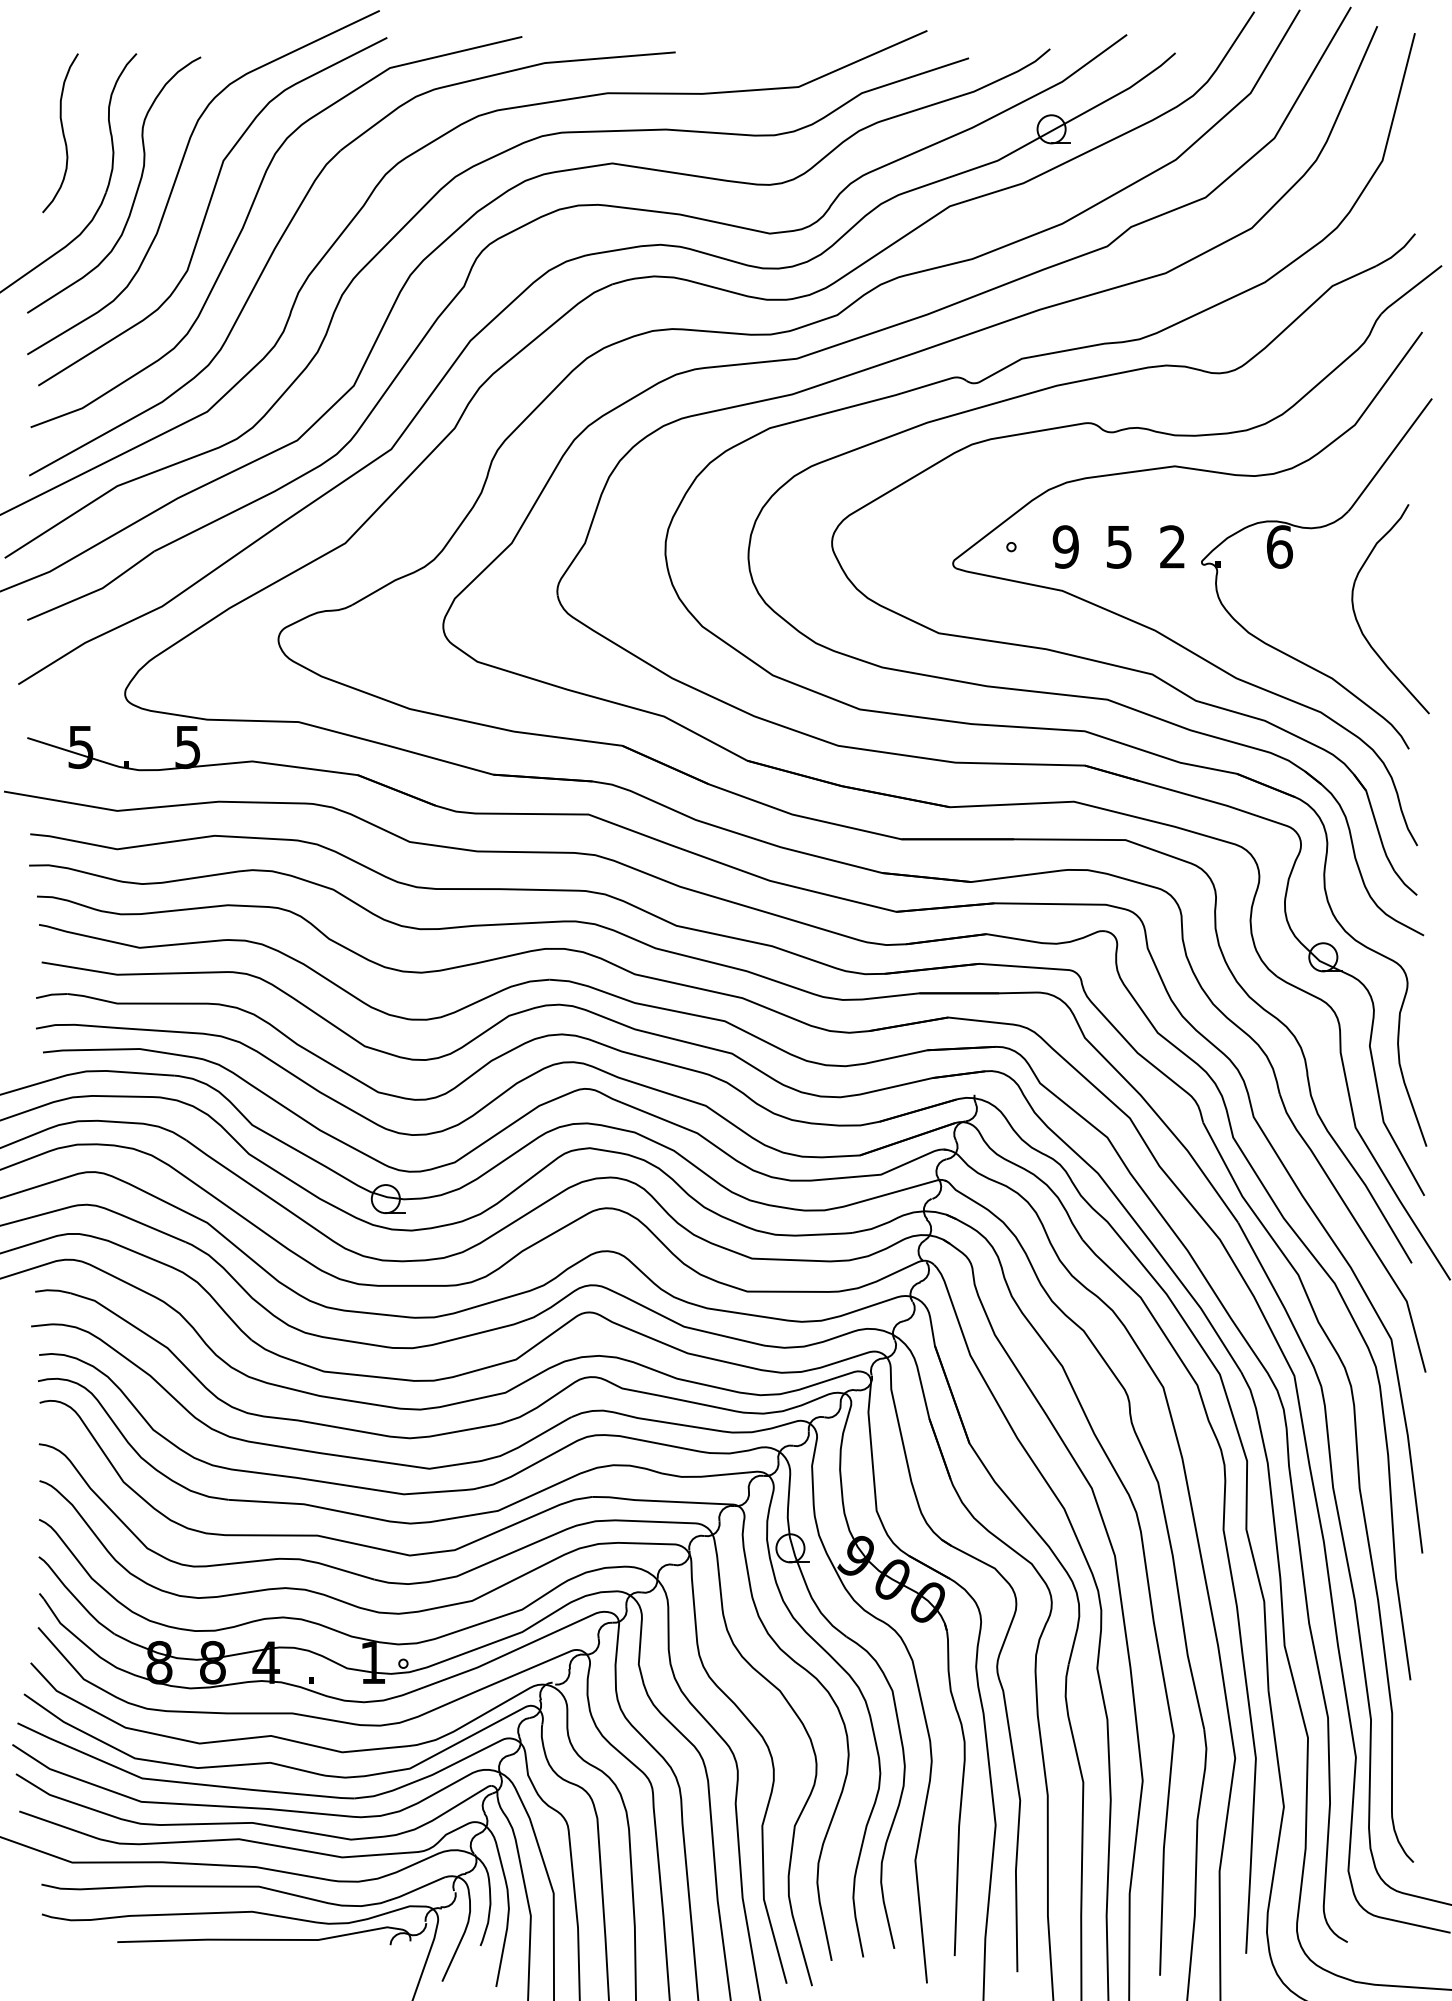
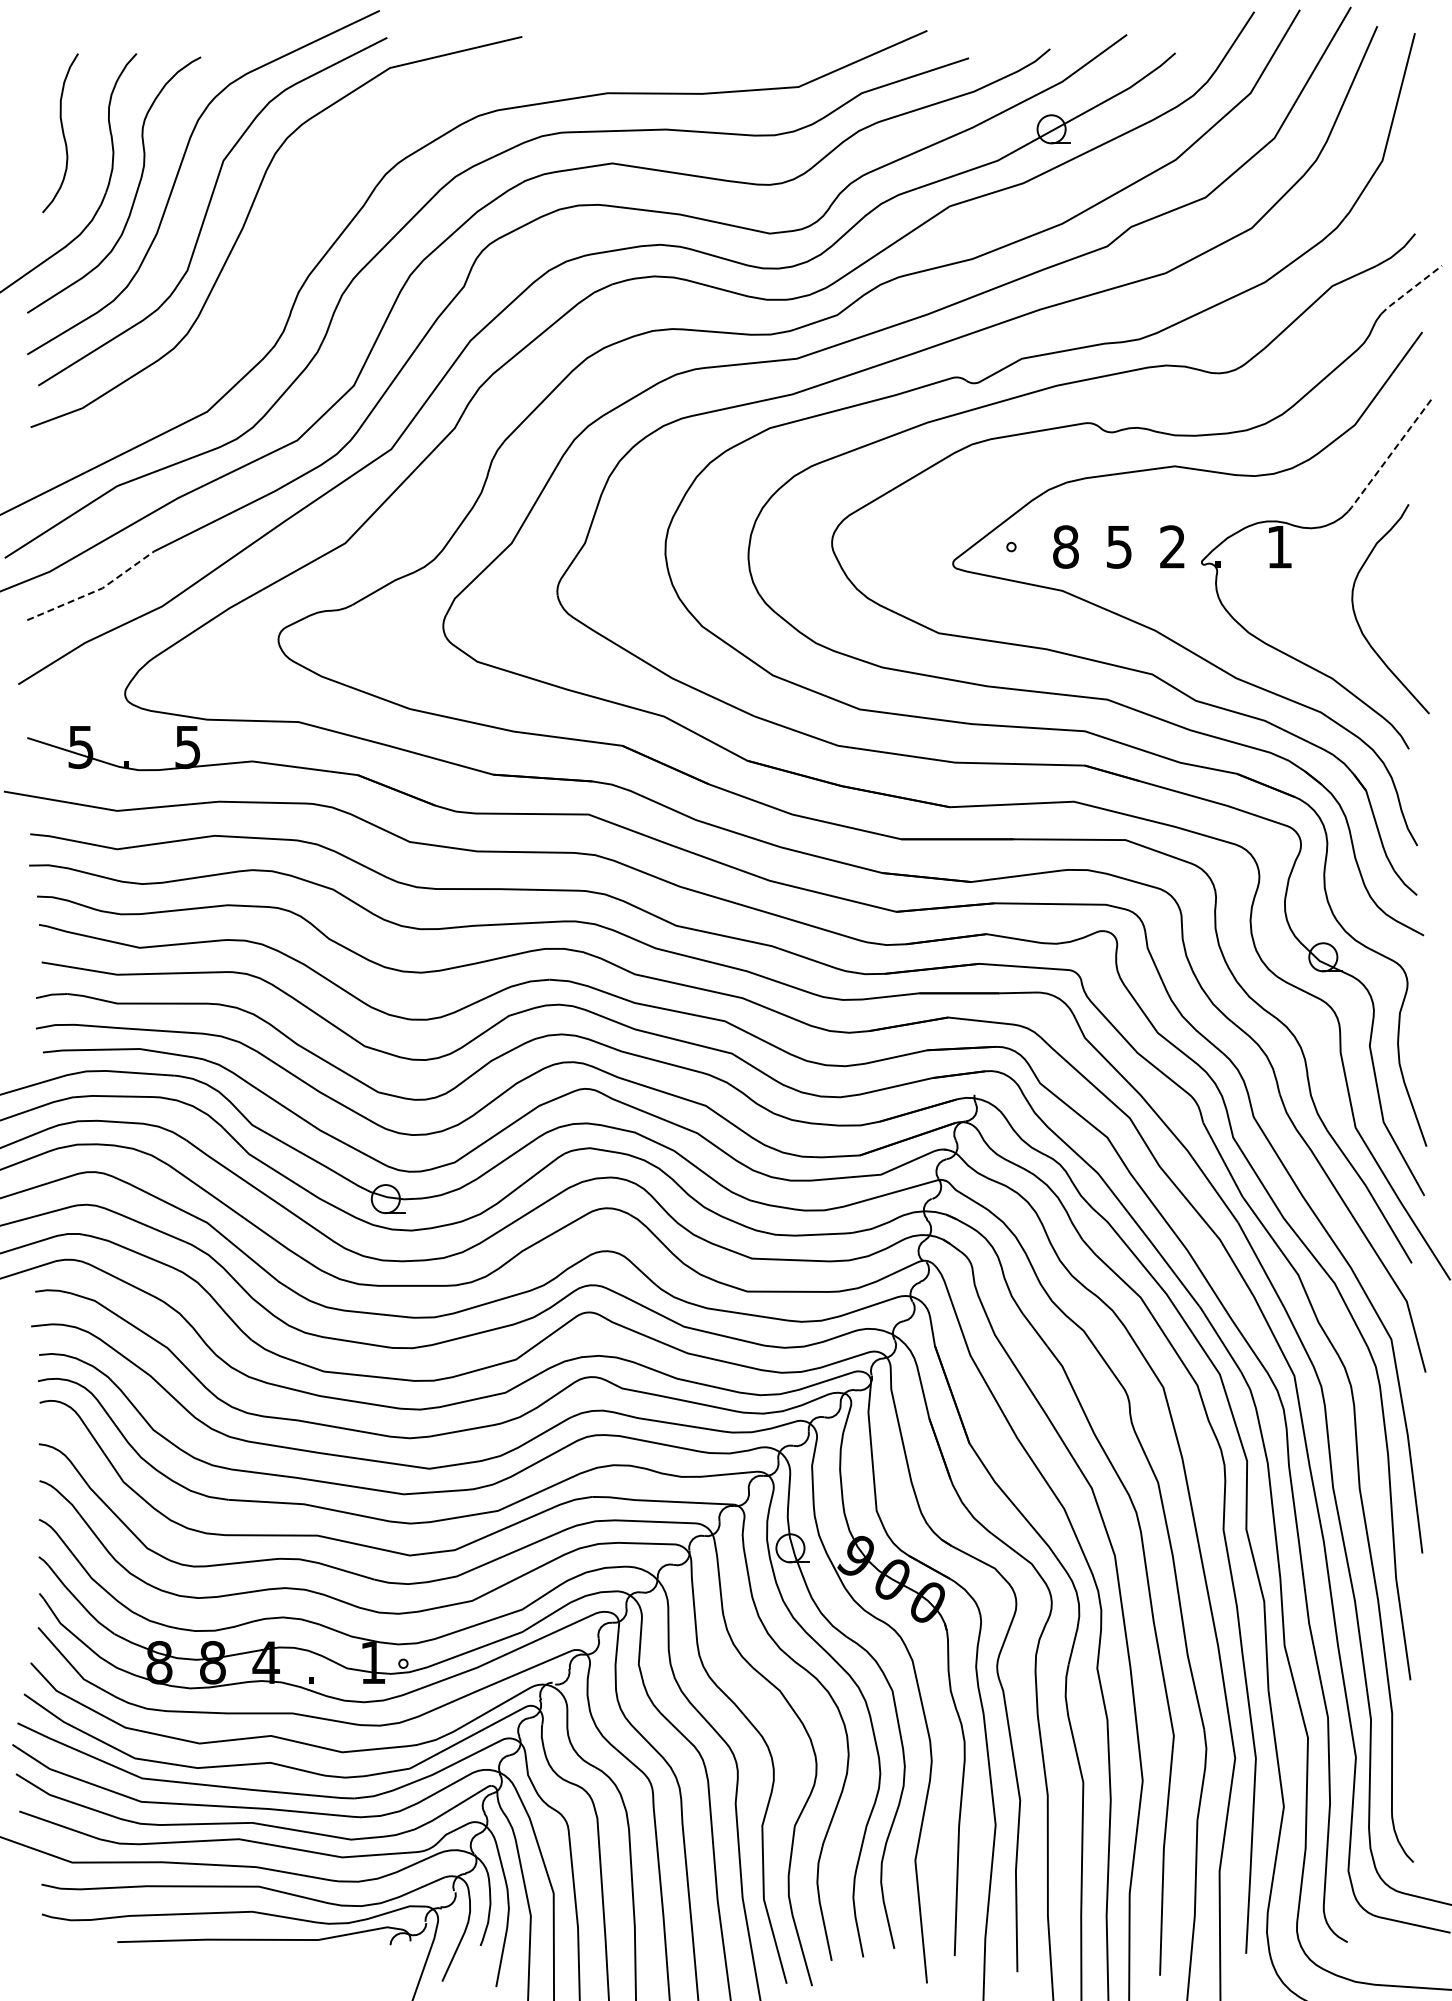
part at (290, 224): present -> none
line at (1410, 289): solid -> dashed
line at (1390, 455): solid -> dashed
text at (1065, 546): 9 -> 8
text at (1280, 546): 6 -> 1
line at (95, 591): solid -> dashed
